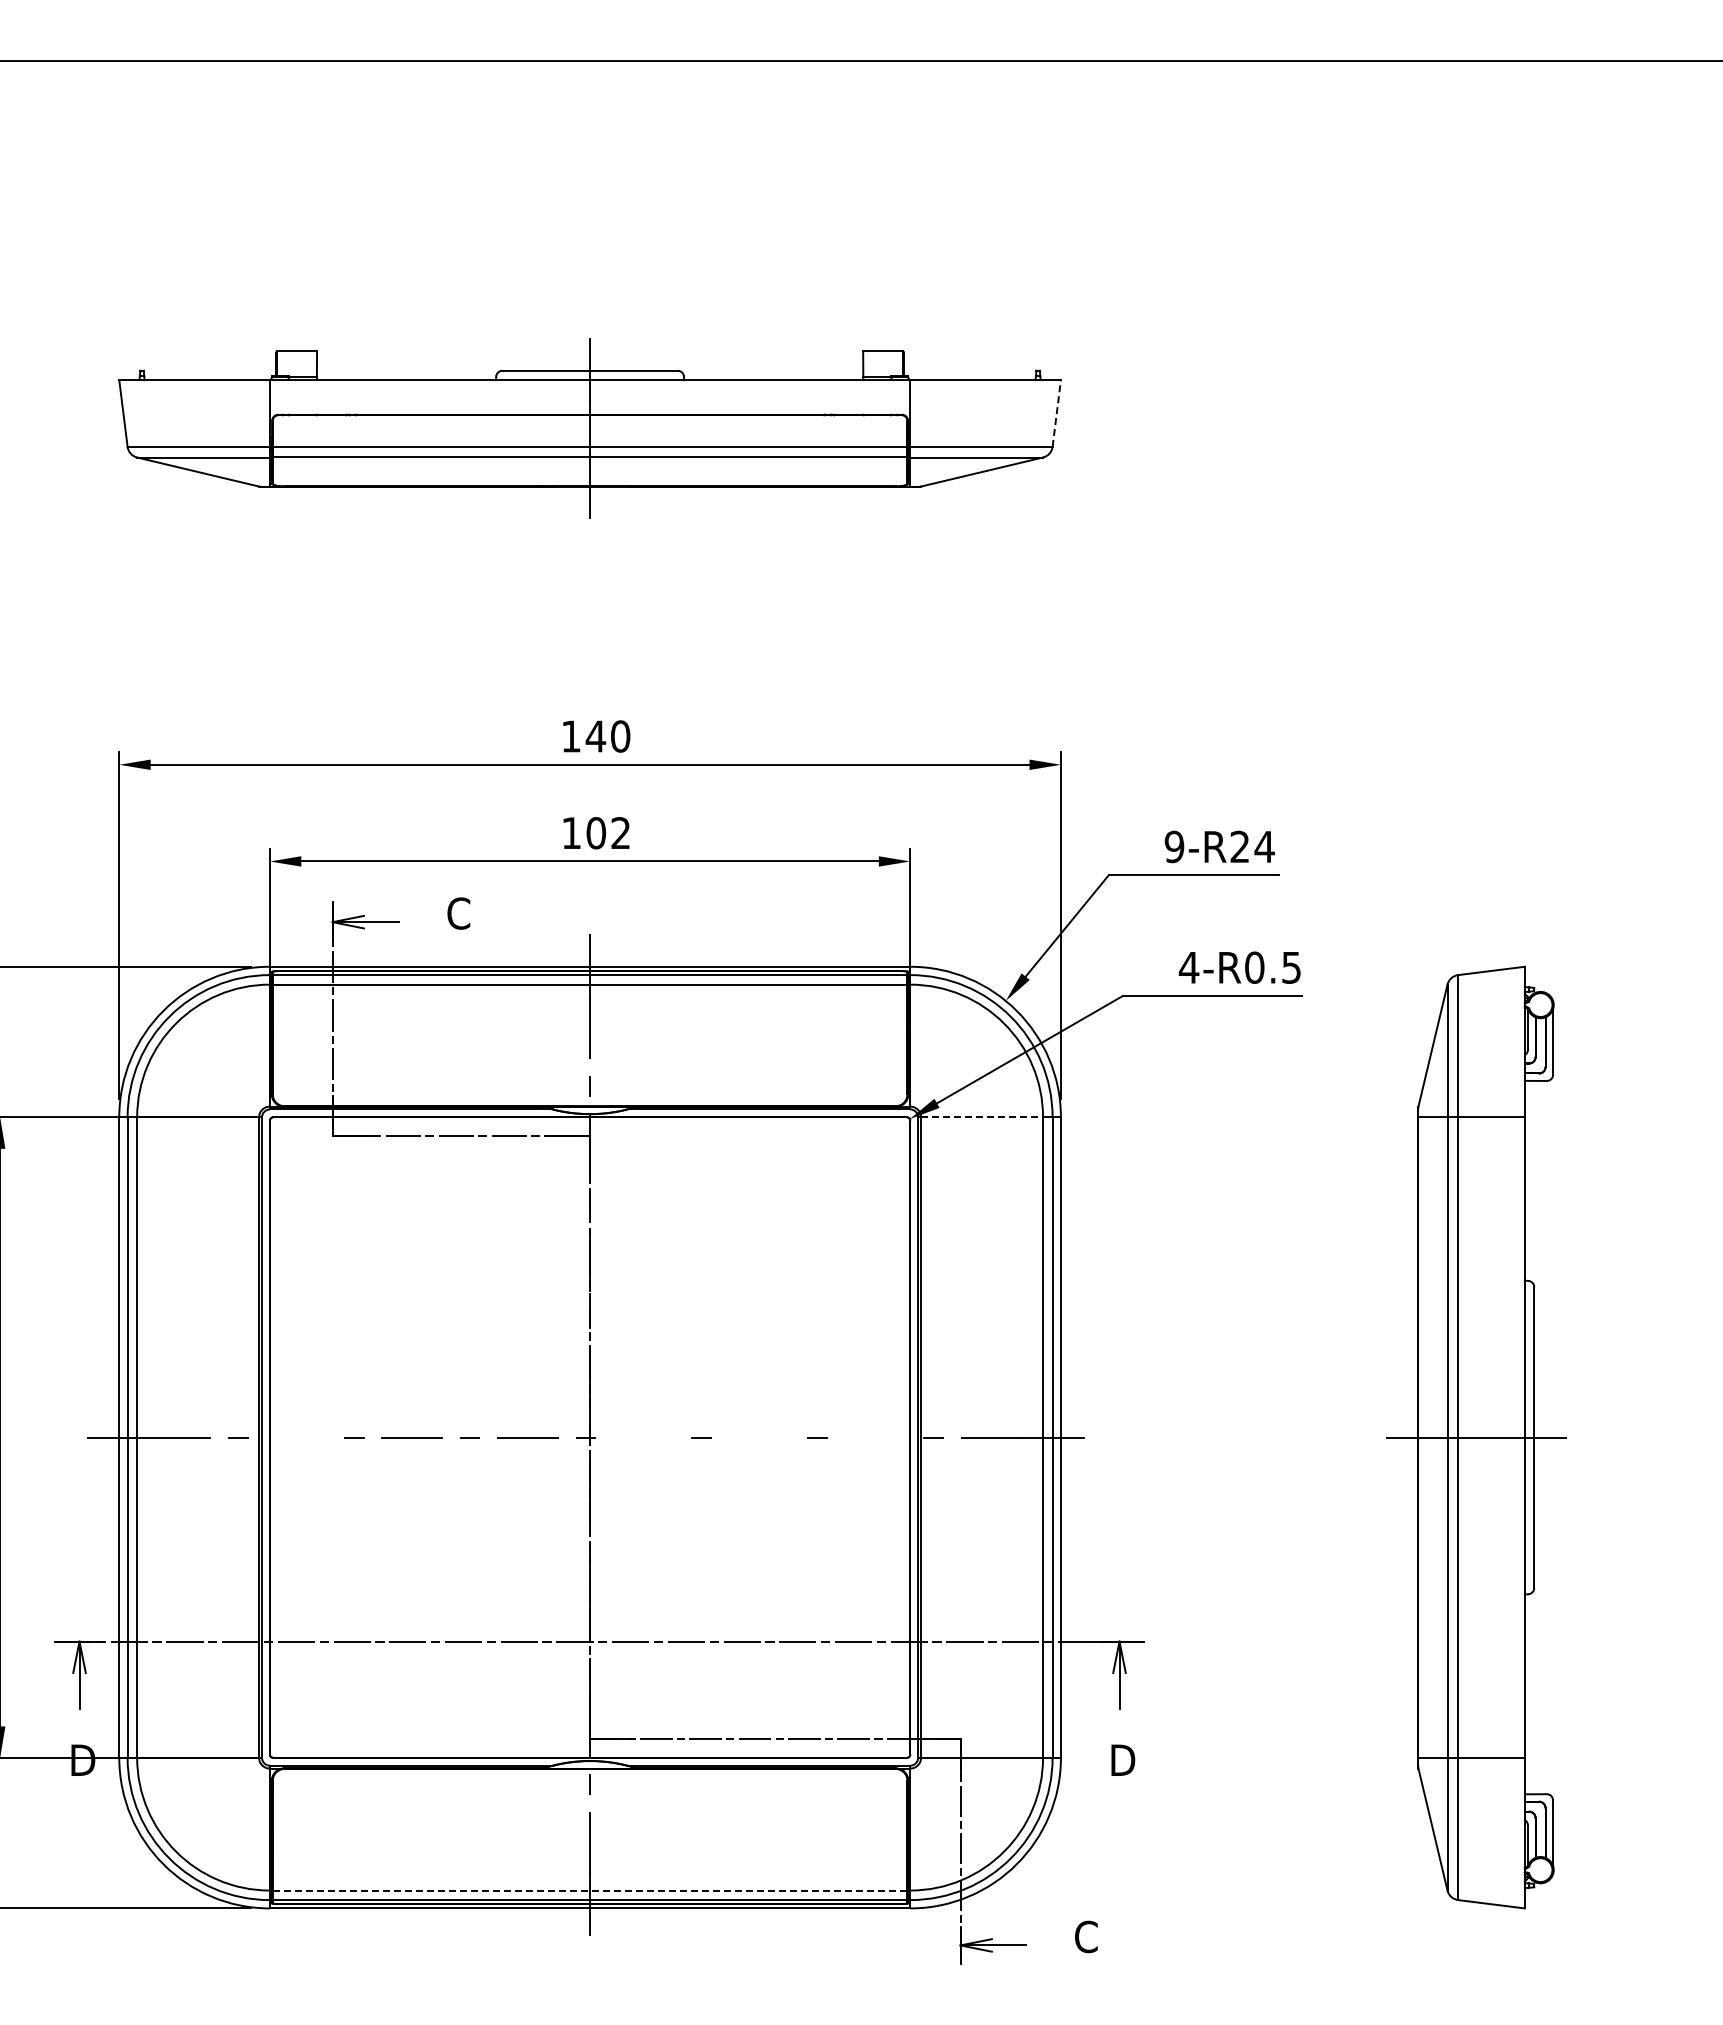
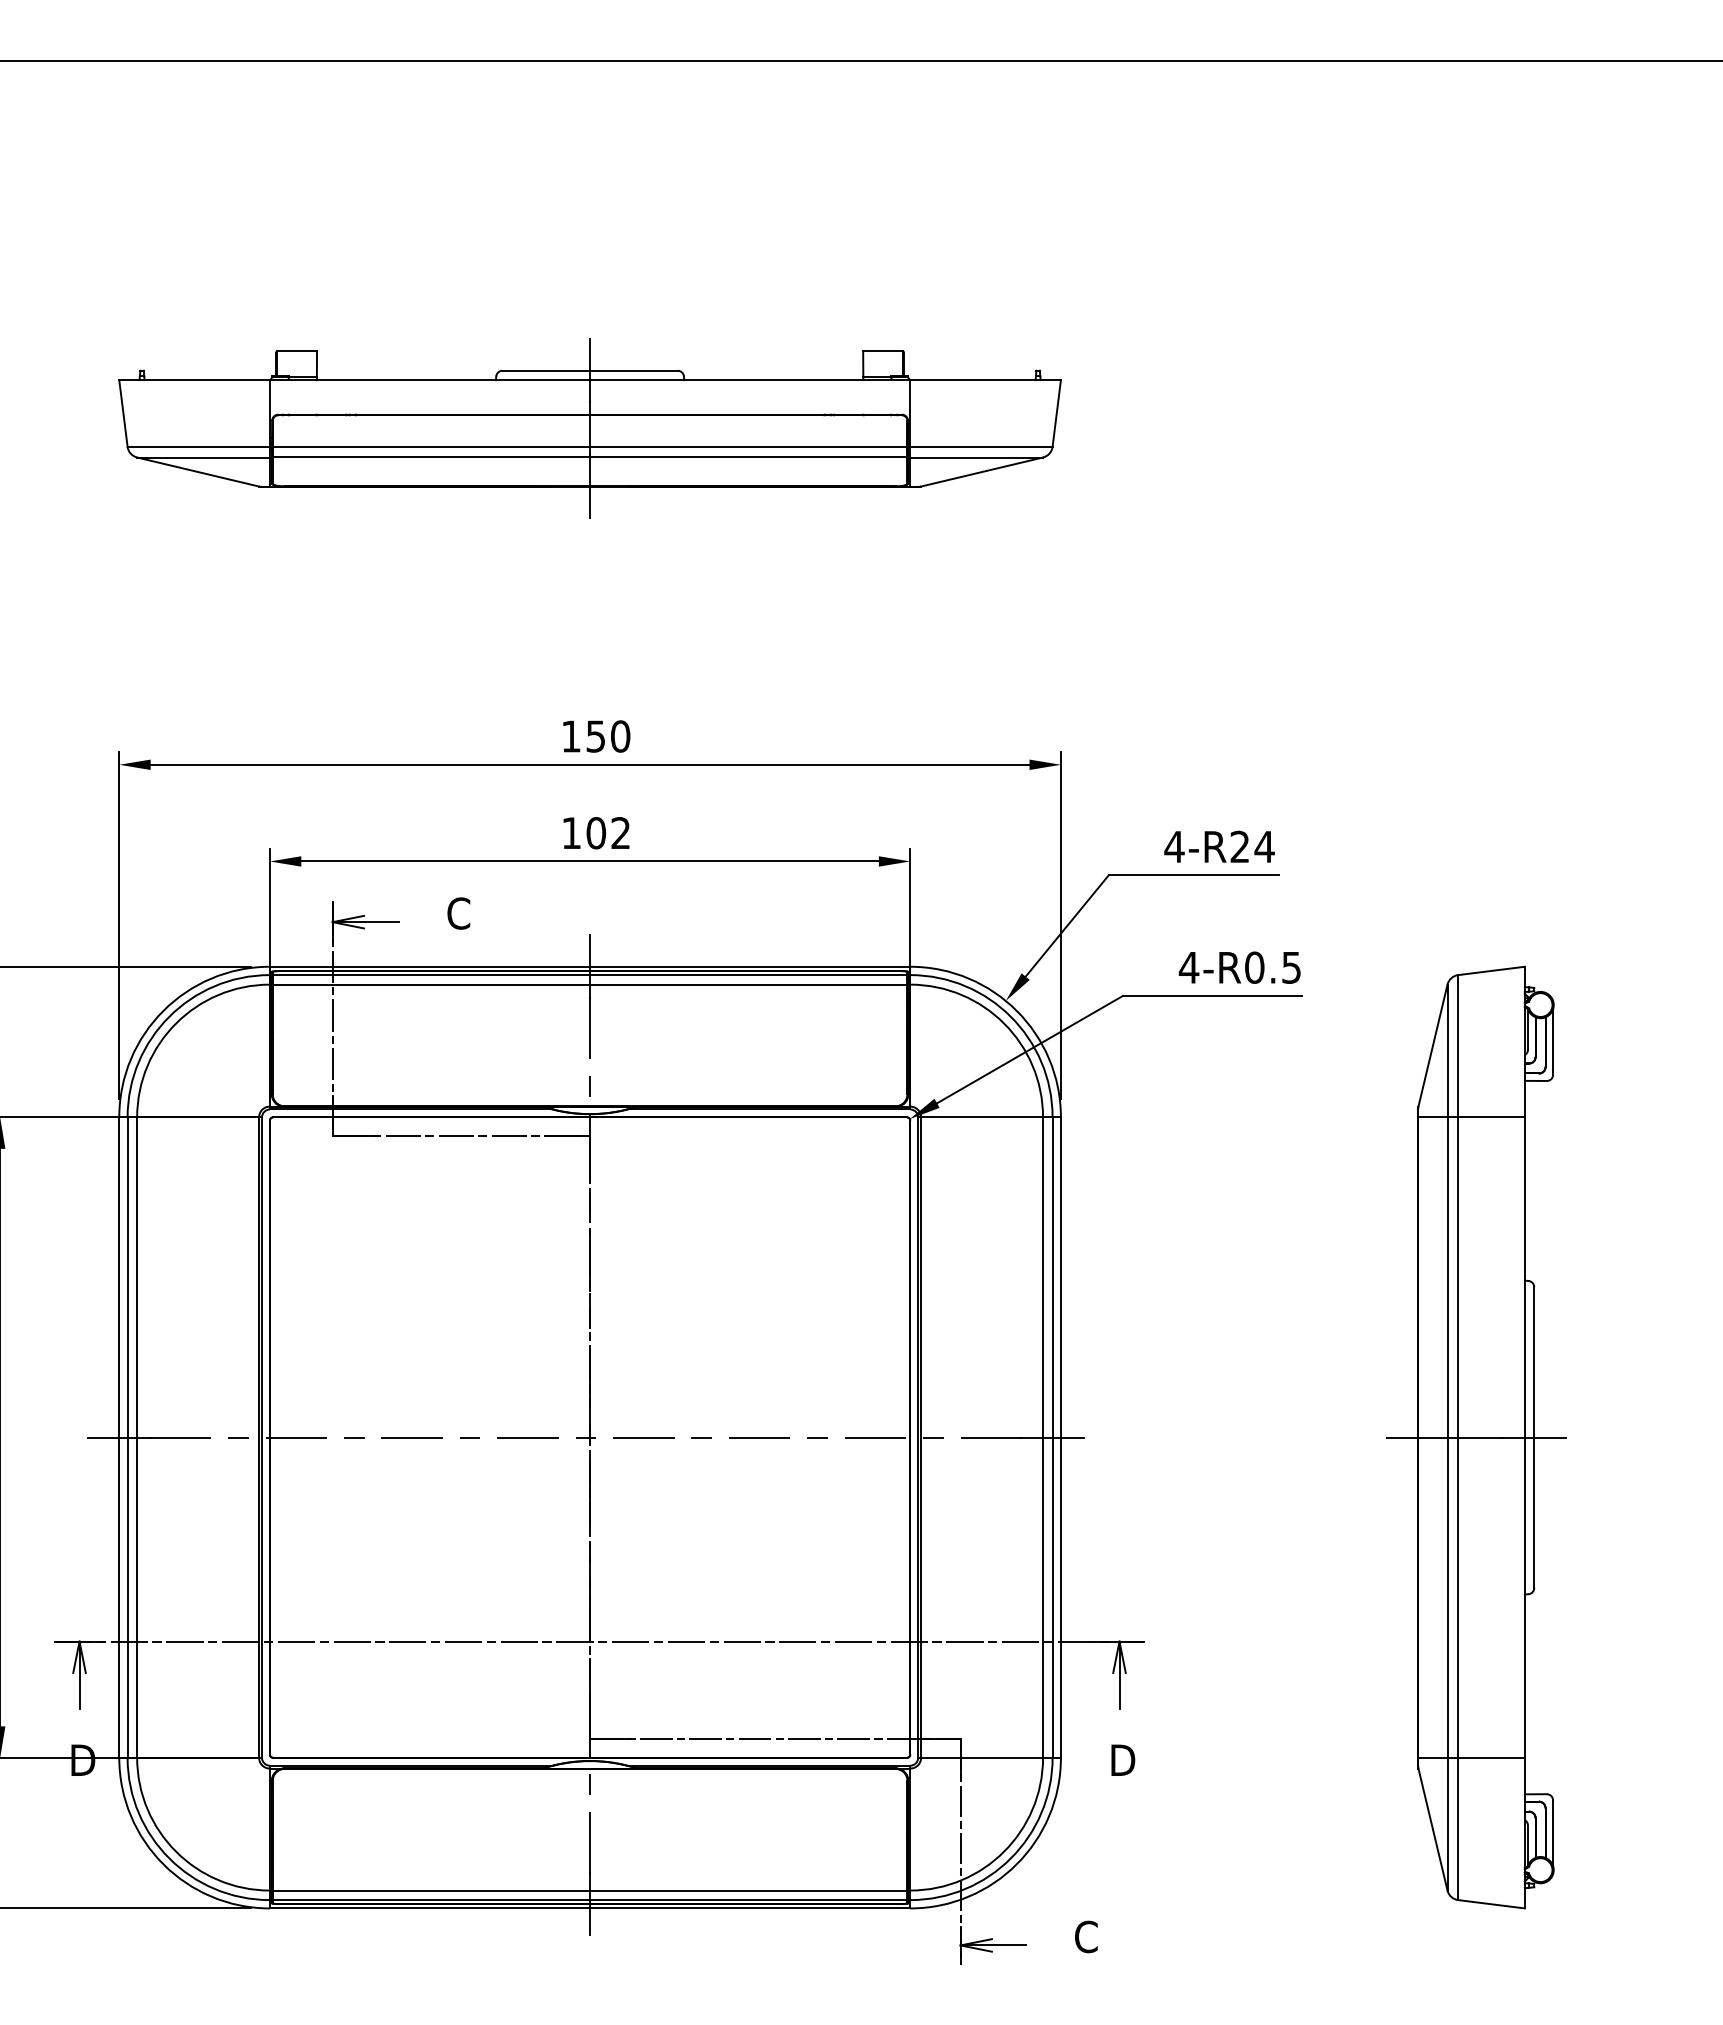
line at (1056, 413): dashed -> solid
text at (595, 736): 140 -> 150
text at (1174, 846): 9-R24 -> 4-R24
line at (982, 1117): dashed -> solid
line at (295, 1437): none -> present
line at (643, 1437): none -> present
line at (759, 1437): none -> present
line at (875, 1437): none -> present
line at (589, 1890): dashed -> solid
